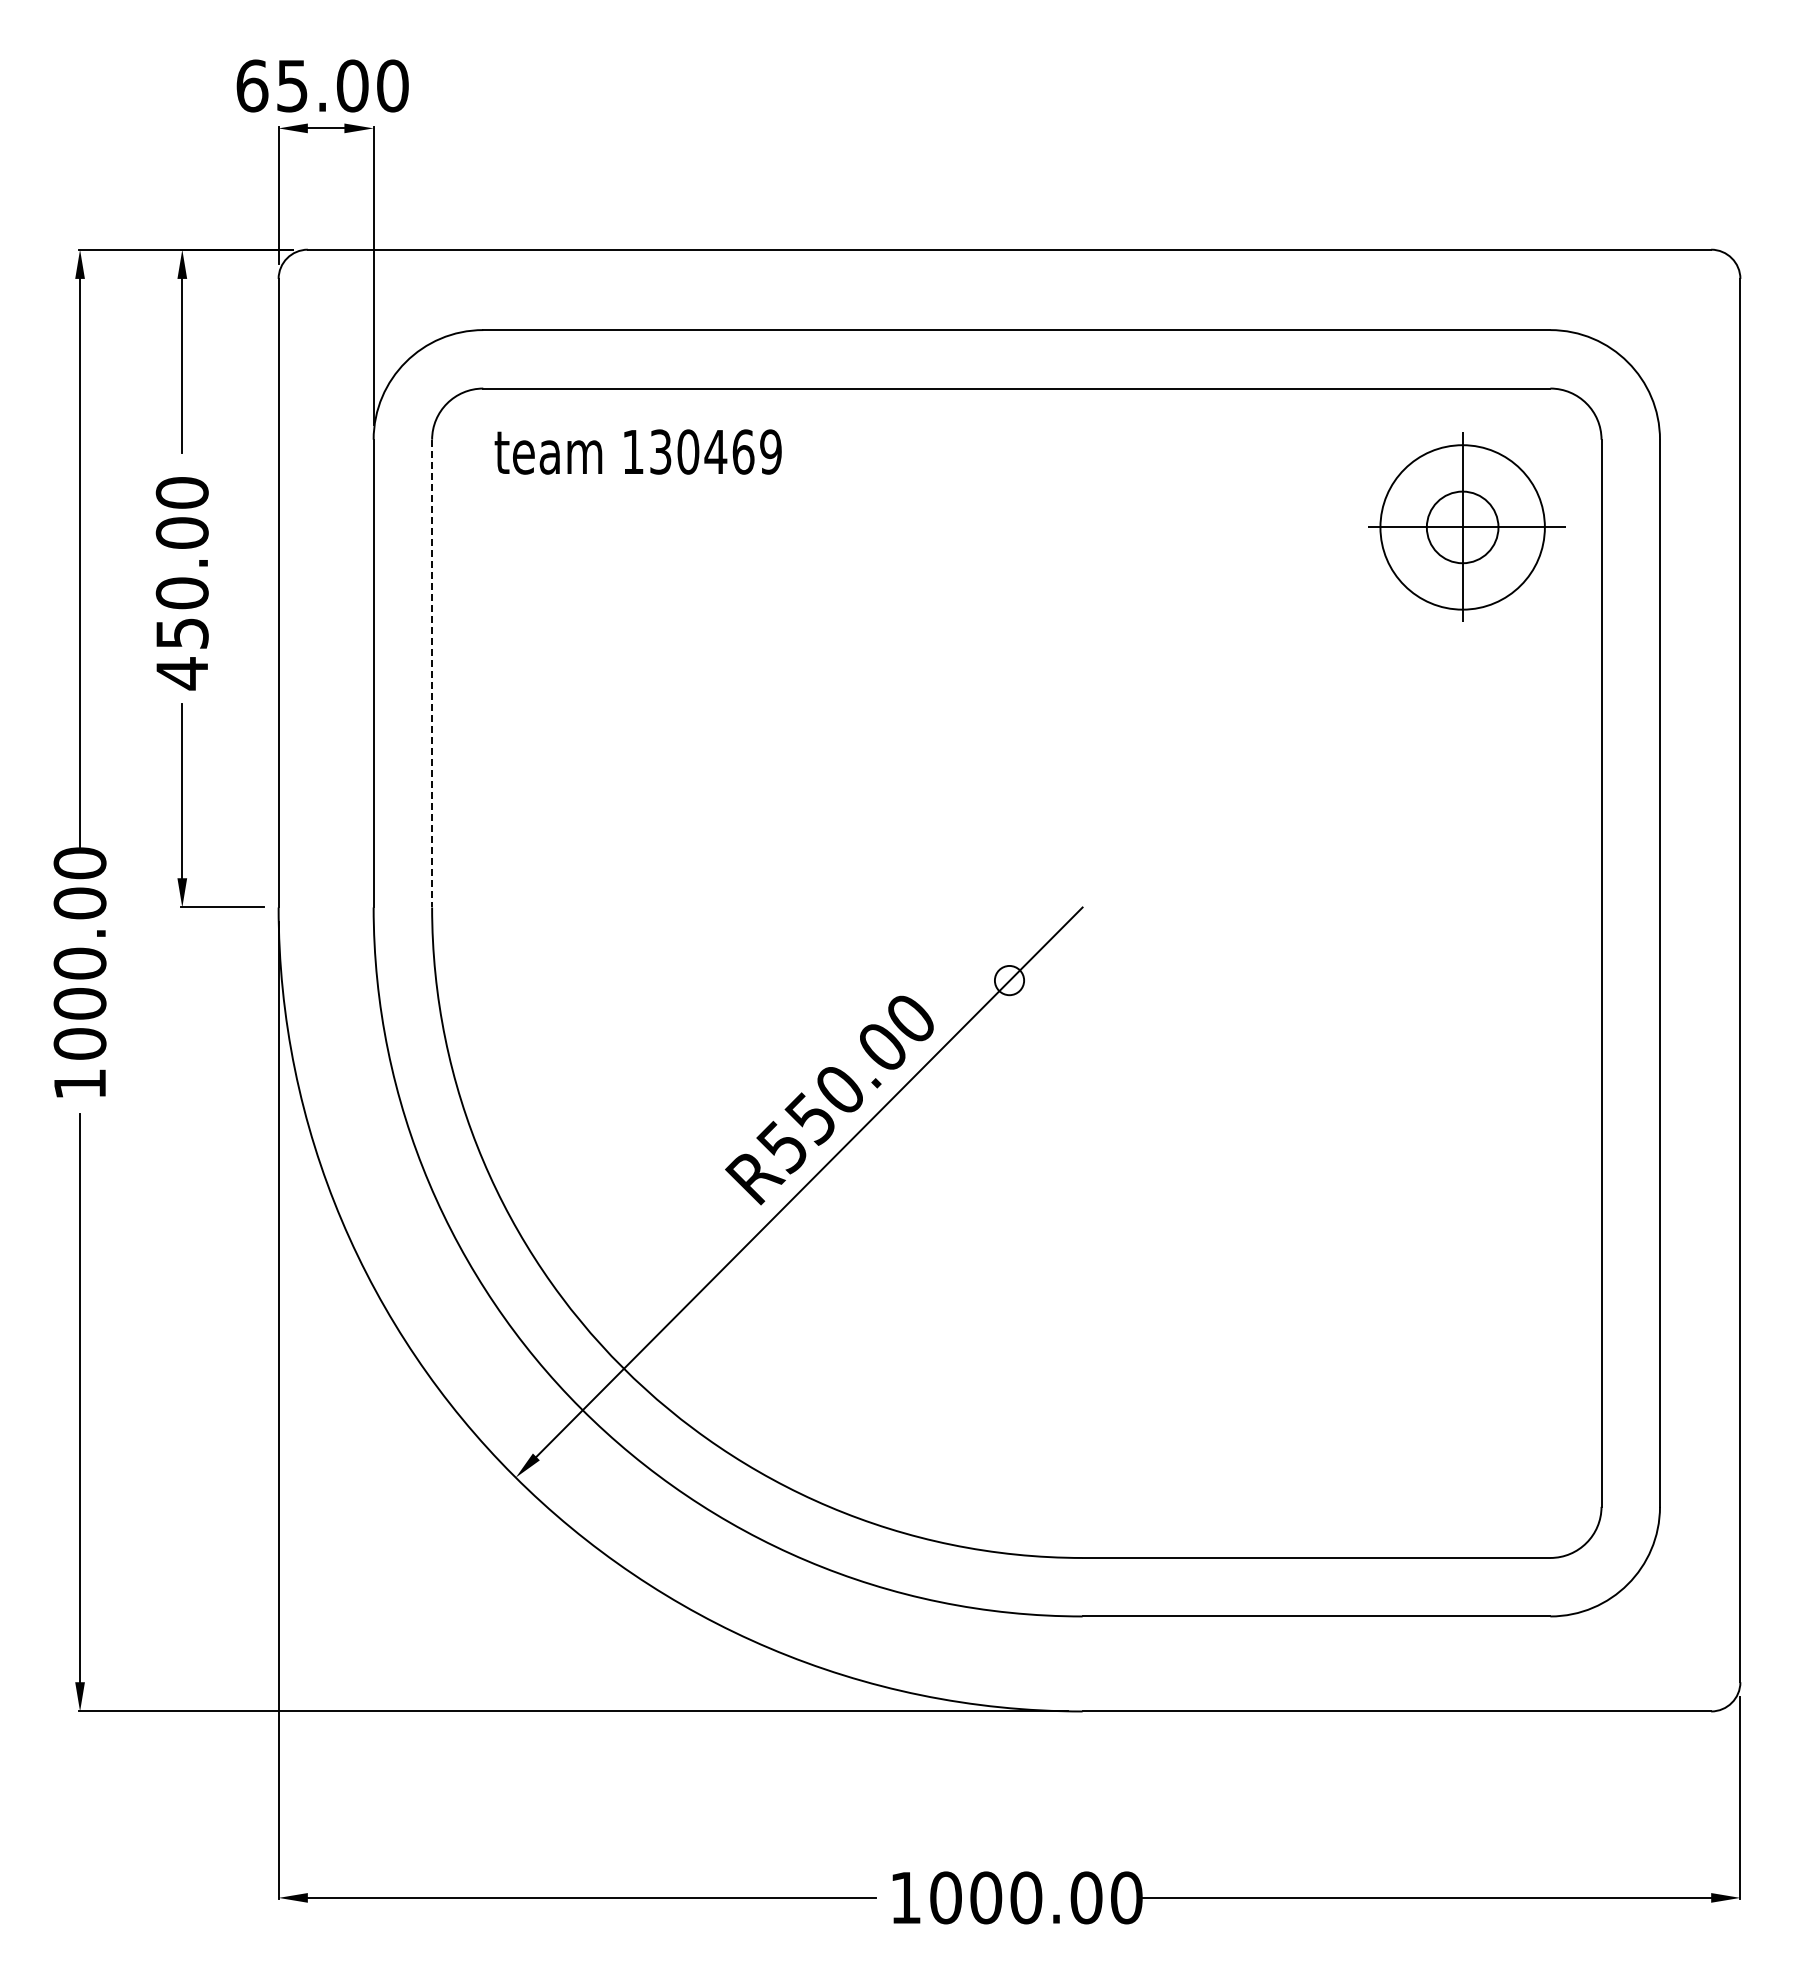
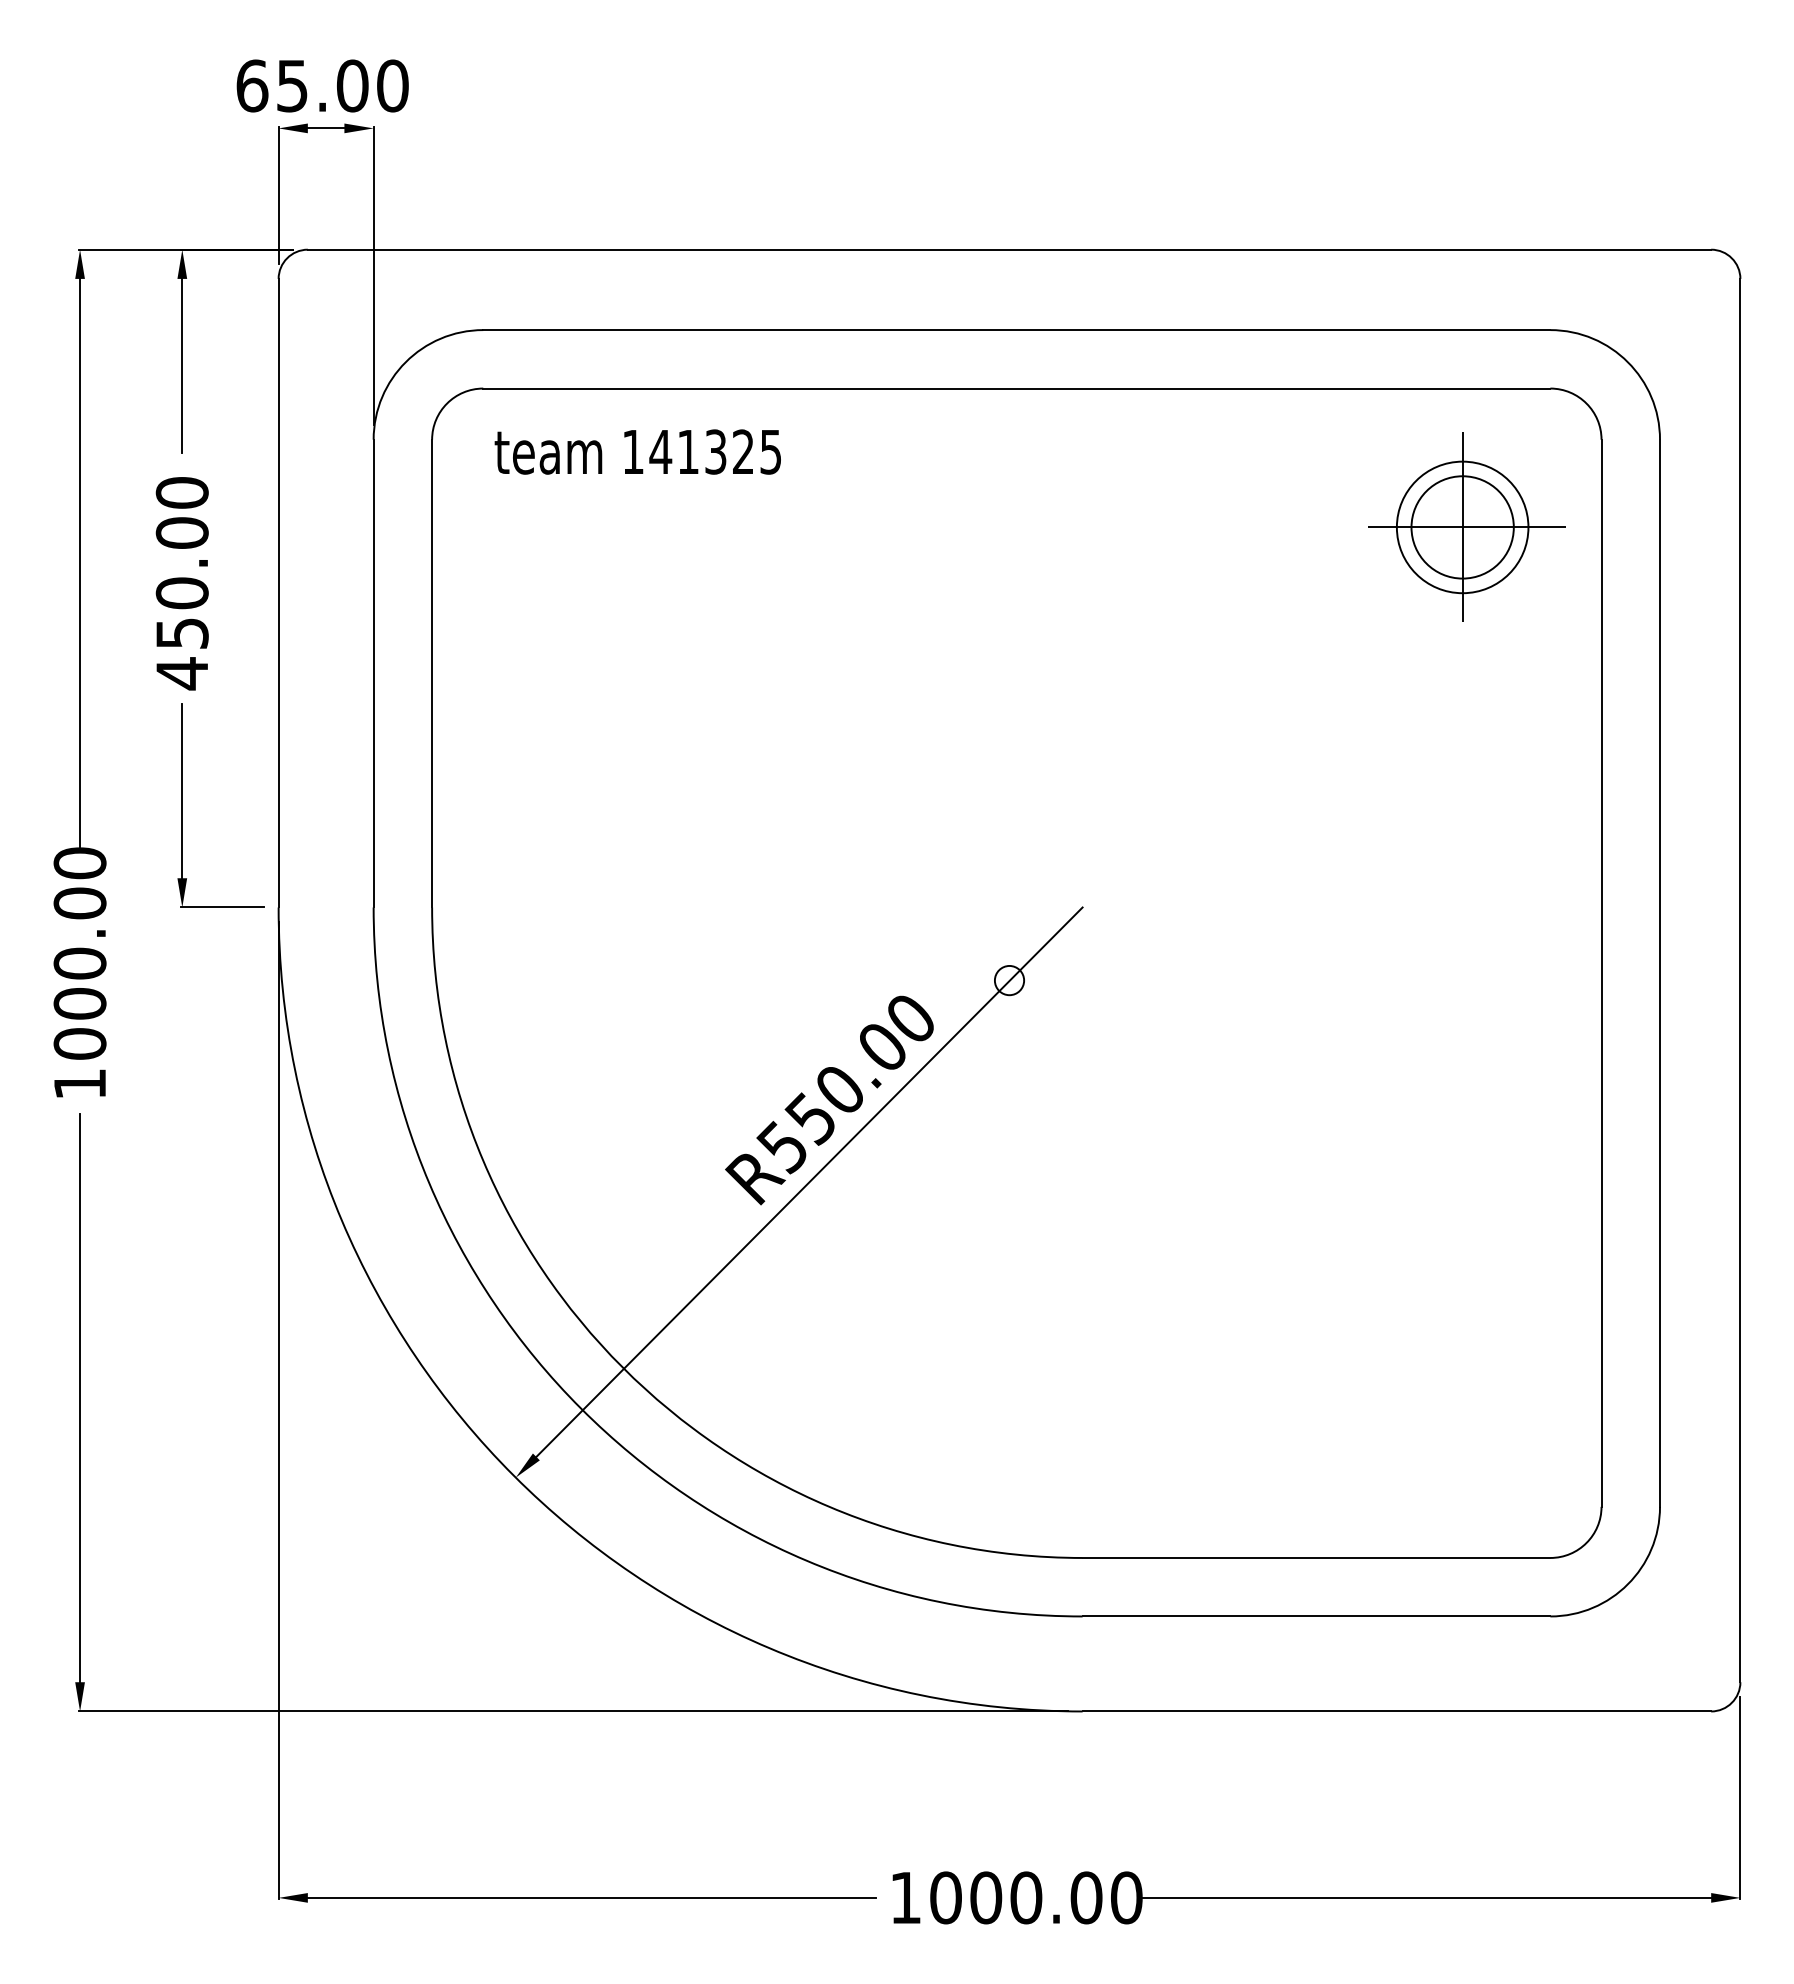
text at (715, 451): 130469 -> 141325
circle at (1462, 527) diameter: 164 px -> 132 px
circle at (1462, 527) diameter: 72 px -> 102 px
line at (432, 673): dashed -> solid
